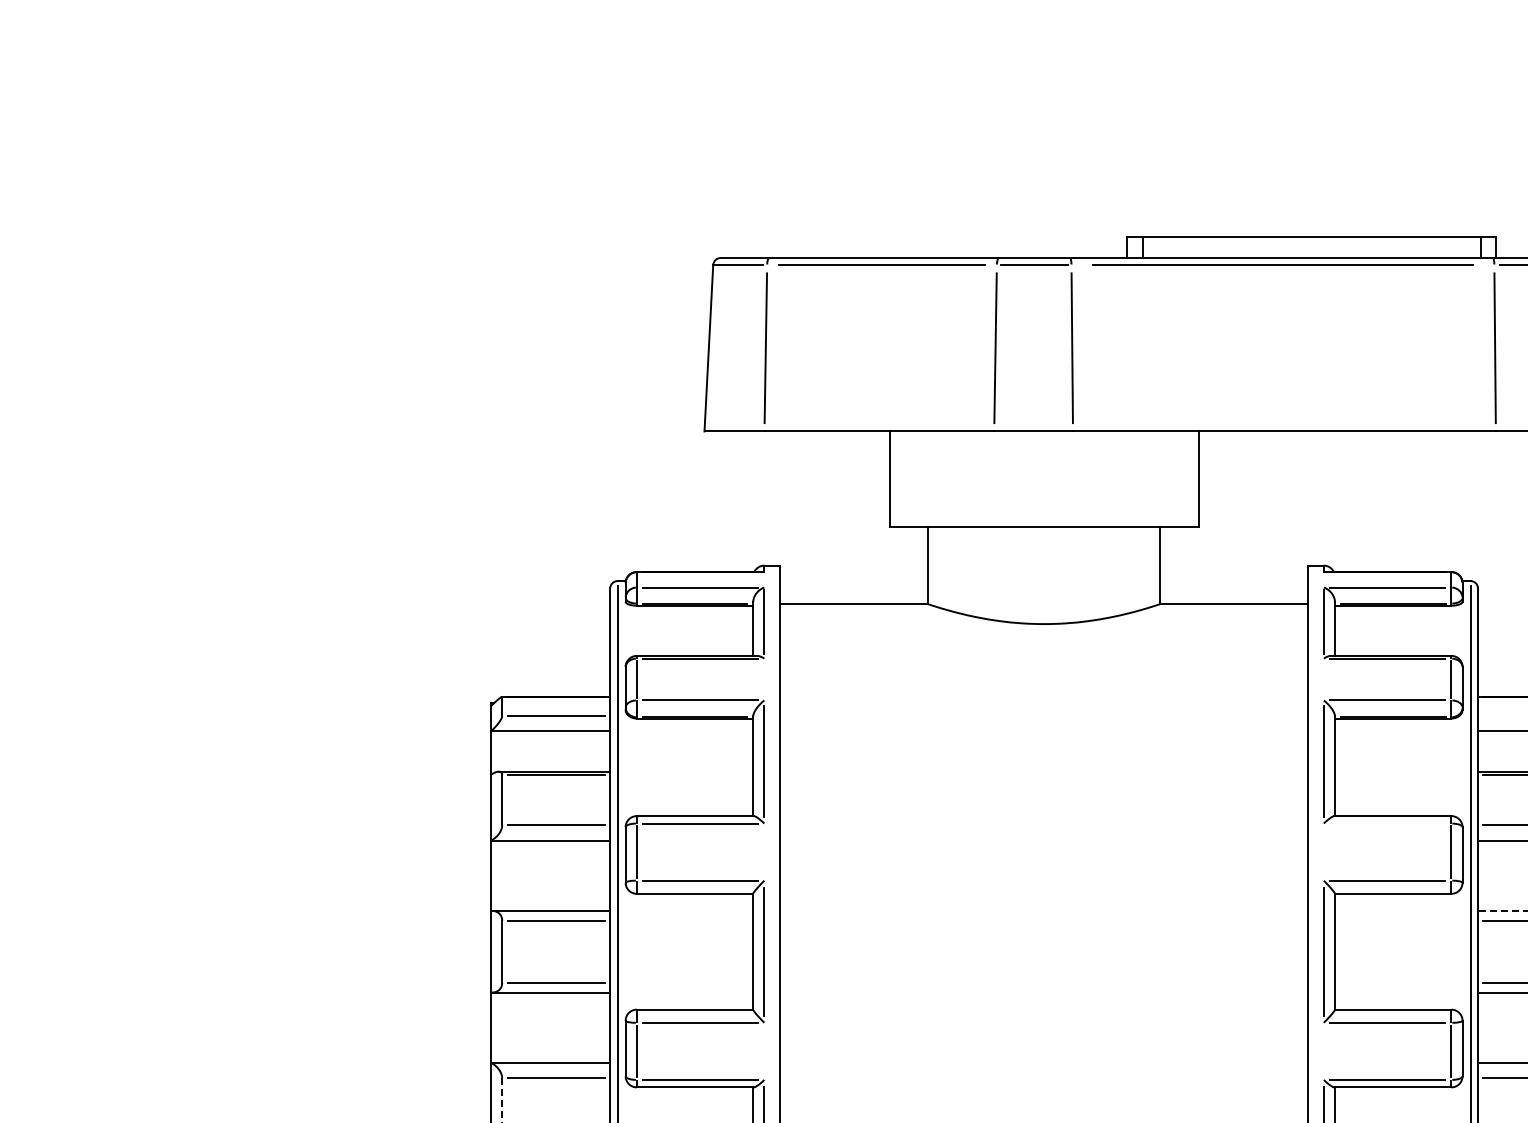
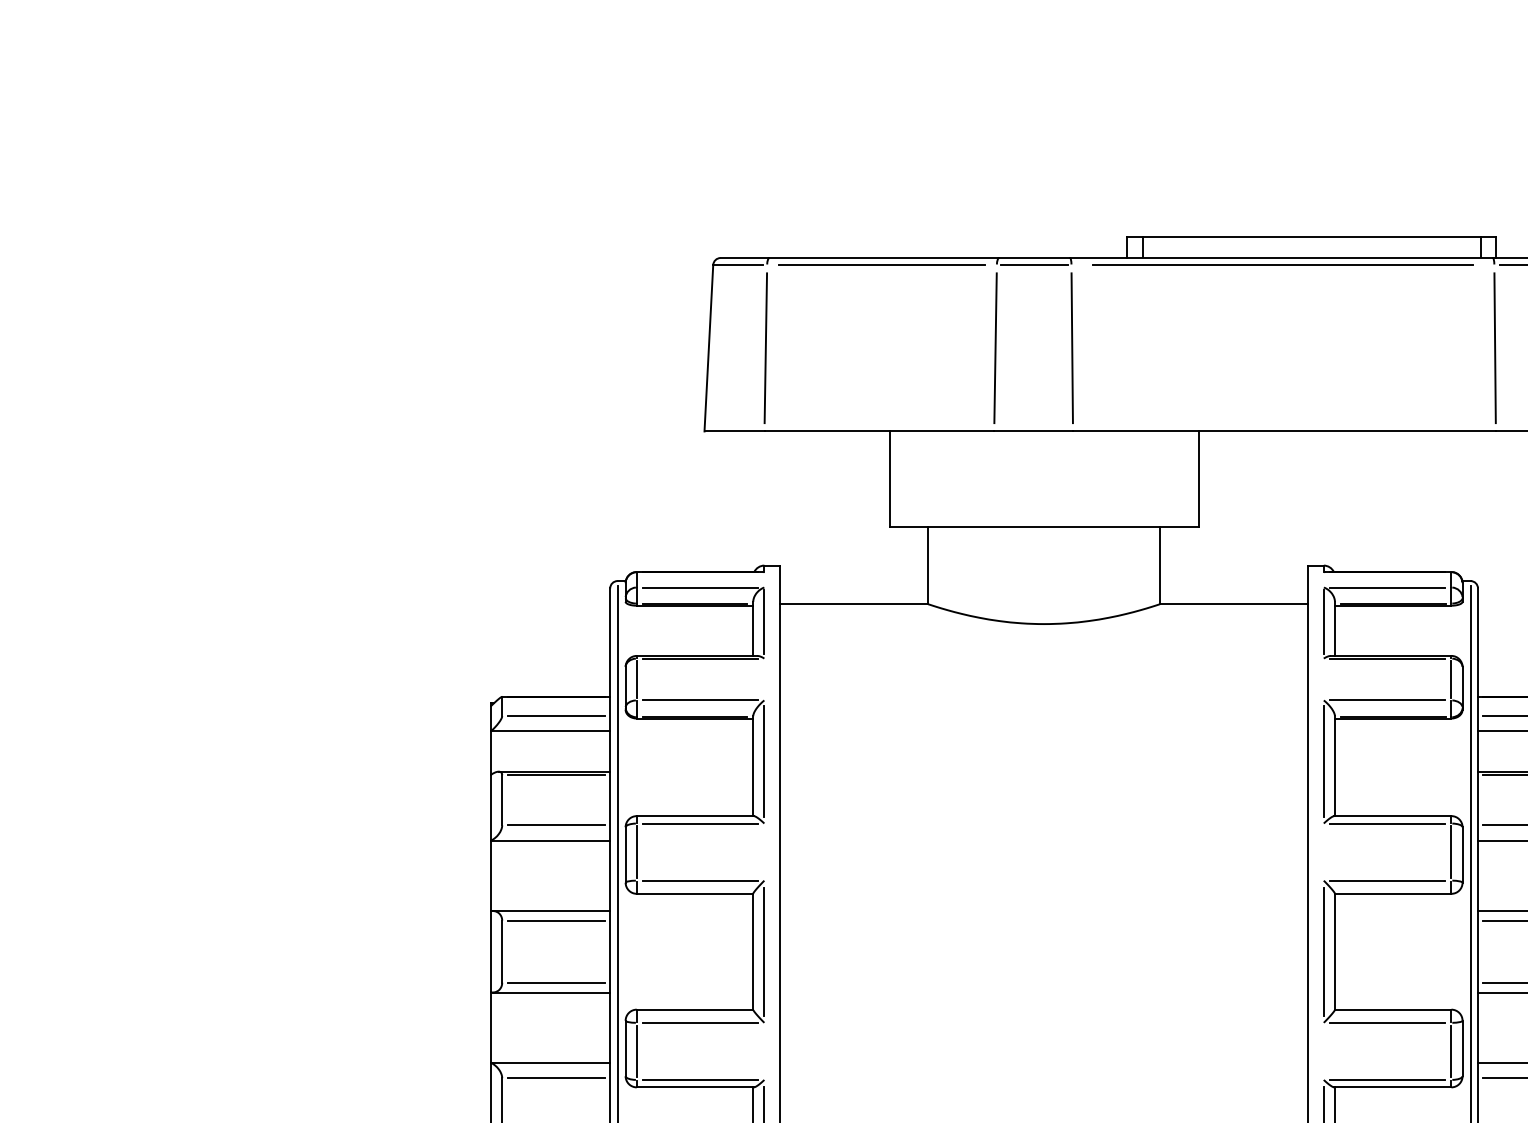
line at (1503, 716): none -> present
line at (1387, 823): none -> present
line at (1502, 910): dashed -> solid
line at (502, 1100): dashed -> solid
